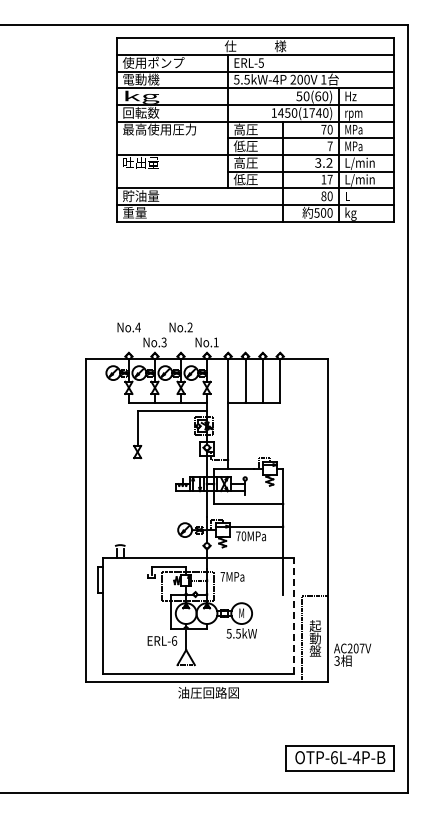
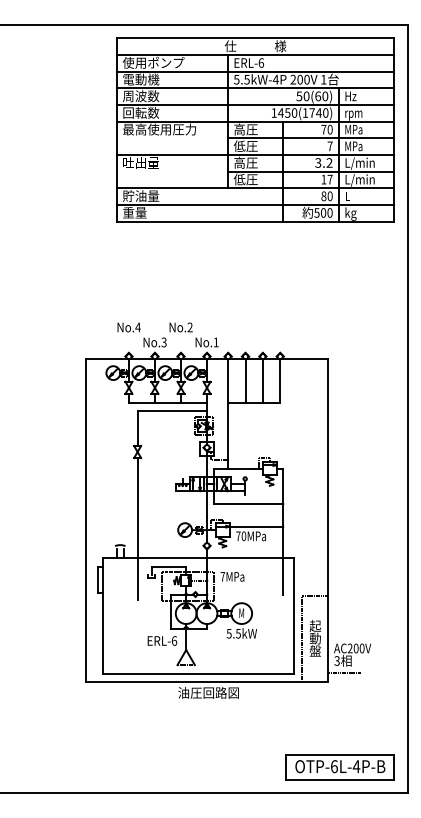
text at (261, 62): ERL-5 -> ERL-6
text at (141, 96): kg -> 周波数
line at (137, 528): none -> present
line at (293, 615): dashed -> solid
text at (361, 648): AC207V -> AC200V
line at (344, 672): none -> present
part at (339, 758) position: (339, 758) -> (339, 767)
